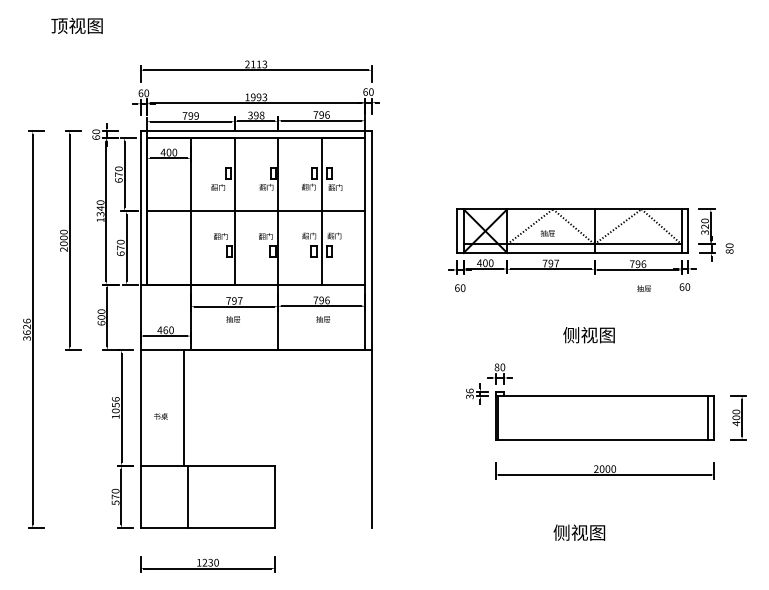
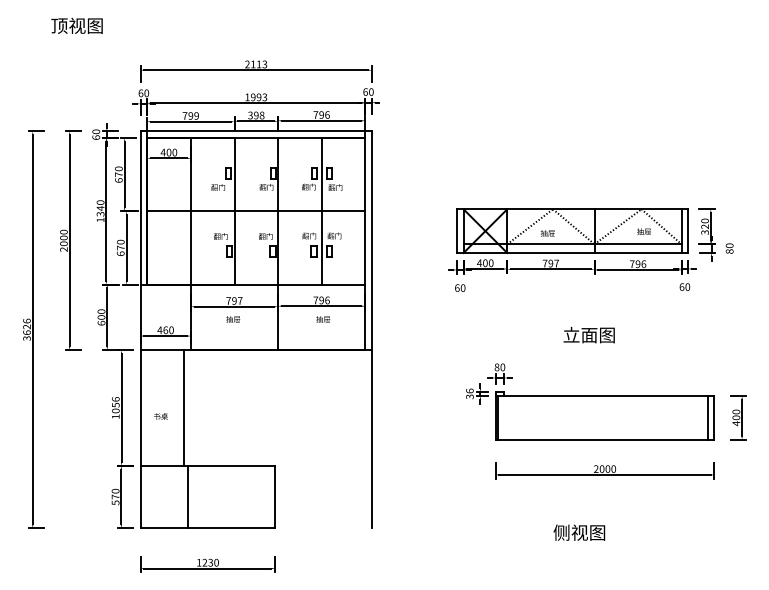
text at (643, 288) position: (643, 288) -> (643, 231)
text at (580, 334): 侧视图 -> 立面图
